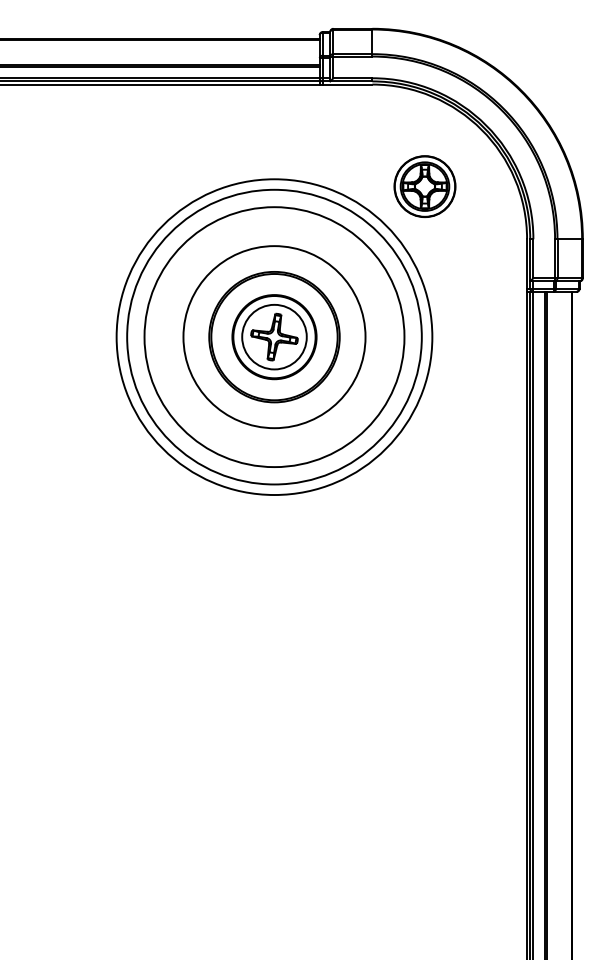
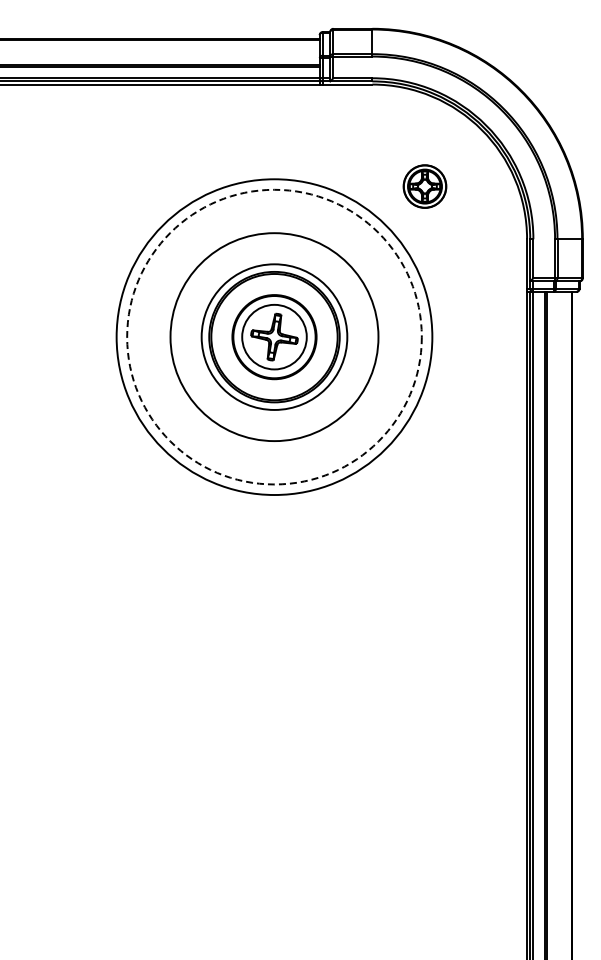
part at (424, 186) size: 64x63 px -> 46x45 px
circle at (274, 336): solid -> dashed
circle at (274, 337) diameter: 182 px -> 146 px
circle at (274, 337) diameter: 260 px -> 208 px
